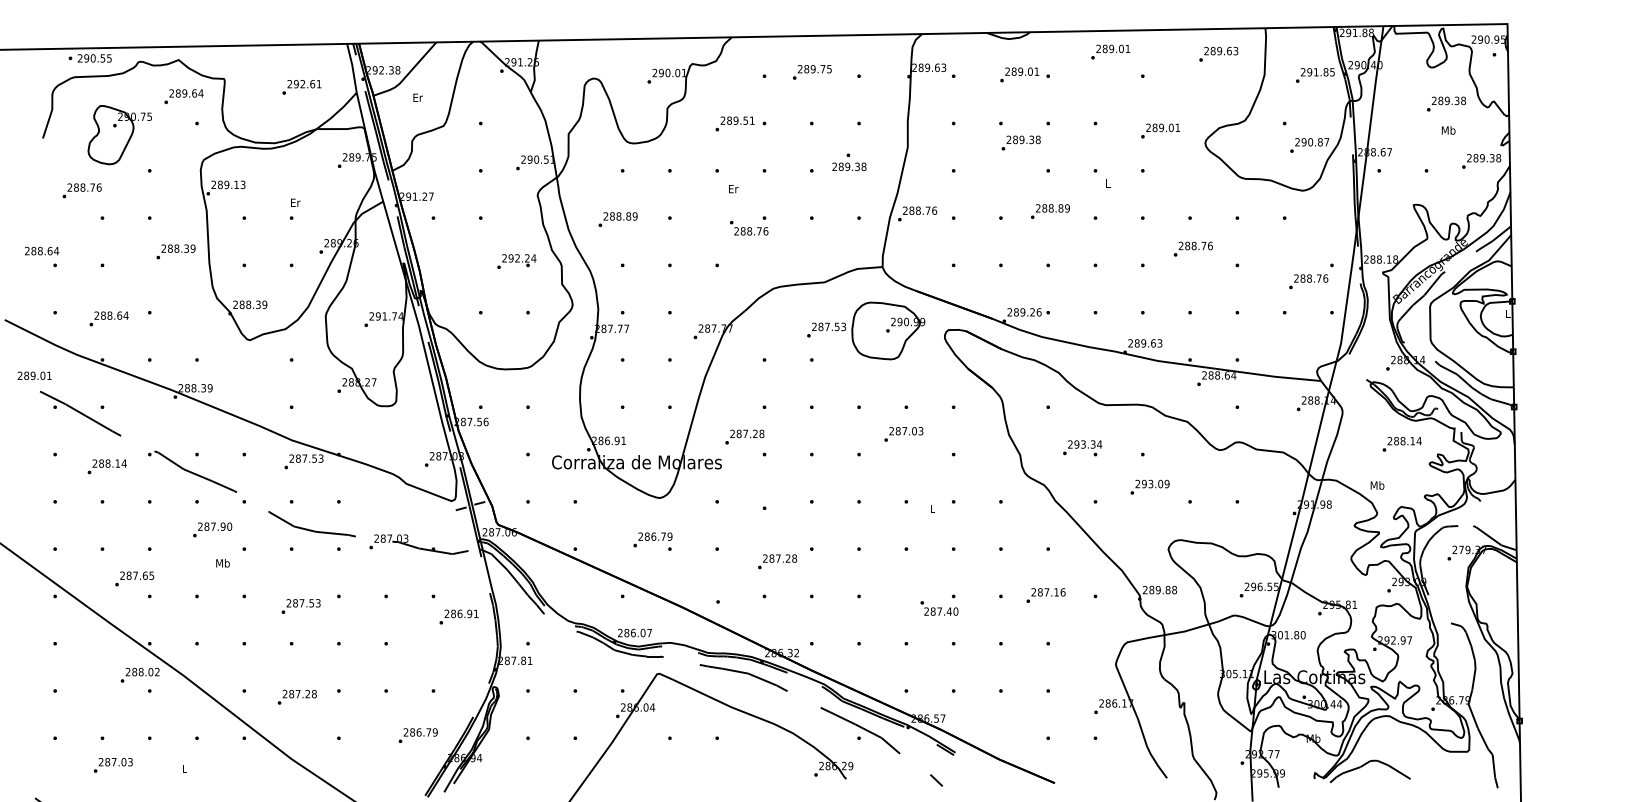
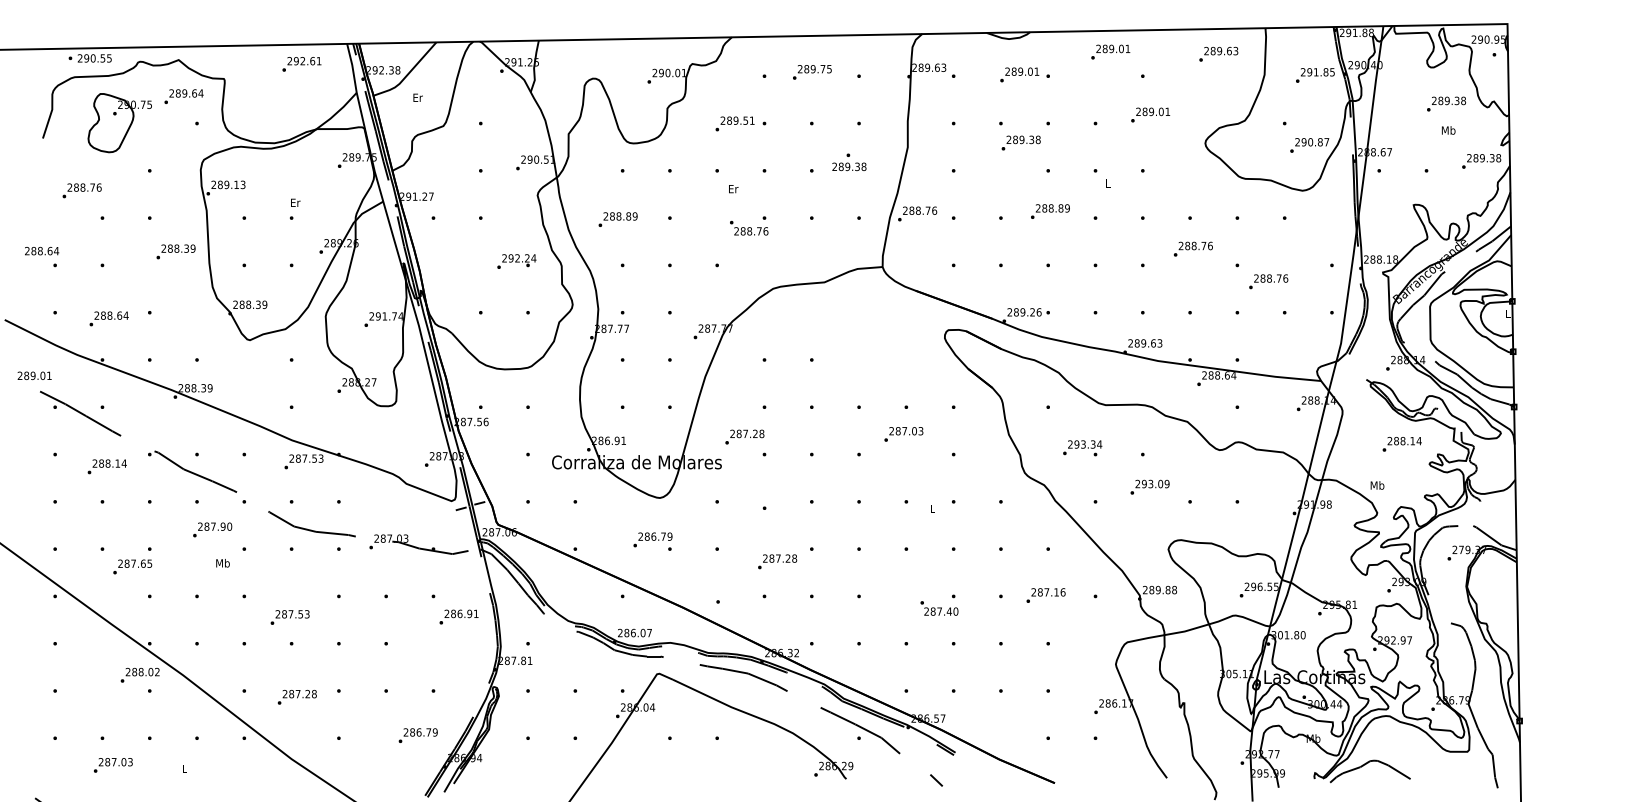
text at (301, 87) position: (301, 87) -> (301, 64)
text at (1160, 130) position: (1160, 130) -> (1150, 114)
part at (119, 135) position: (119, 135) -> (119, 123)
text at (1308, 281) position: (1308, 281) -> (1268, 281)
part at (866, 330): present -> none
text at (134, 578) position: (134, 578) -> (132, 566)
text at (300, 606) position: (300, 606) -> (289, 617)
